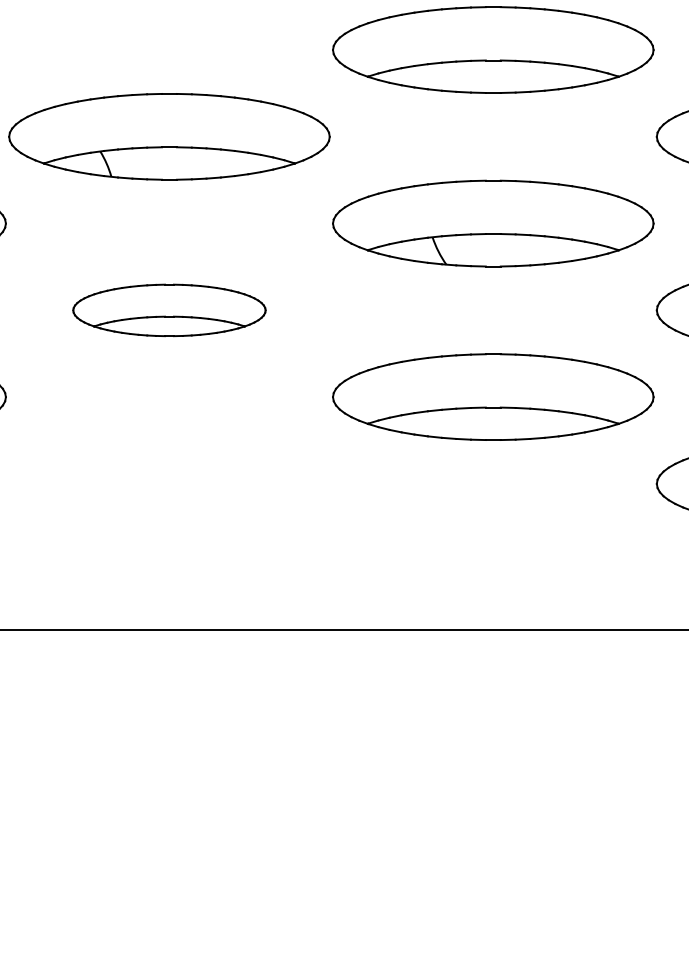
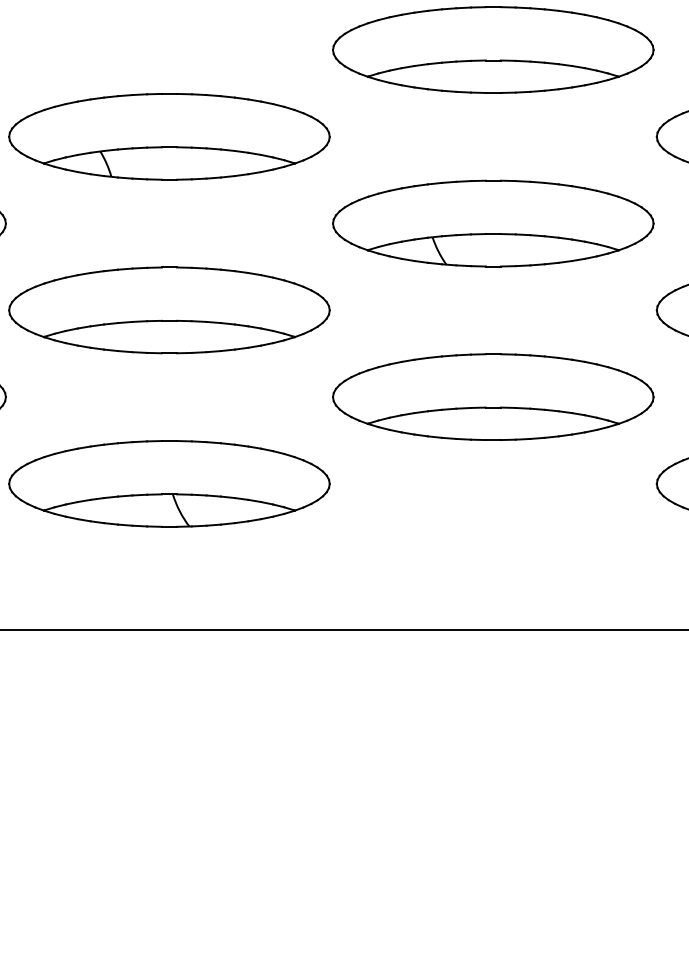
part at (169, 310) size: 195x55 px -> 323x89 px
part at (169, 483): none -> present
